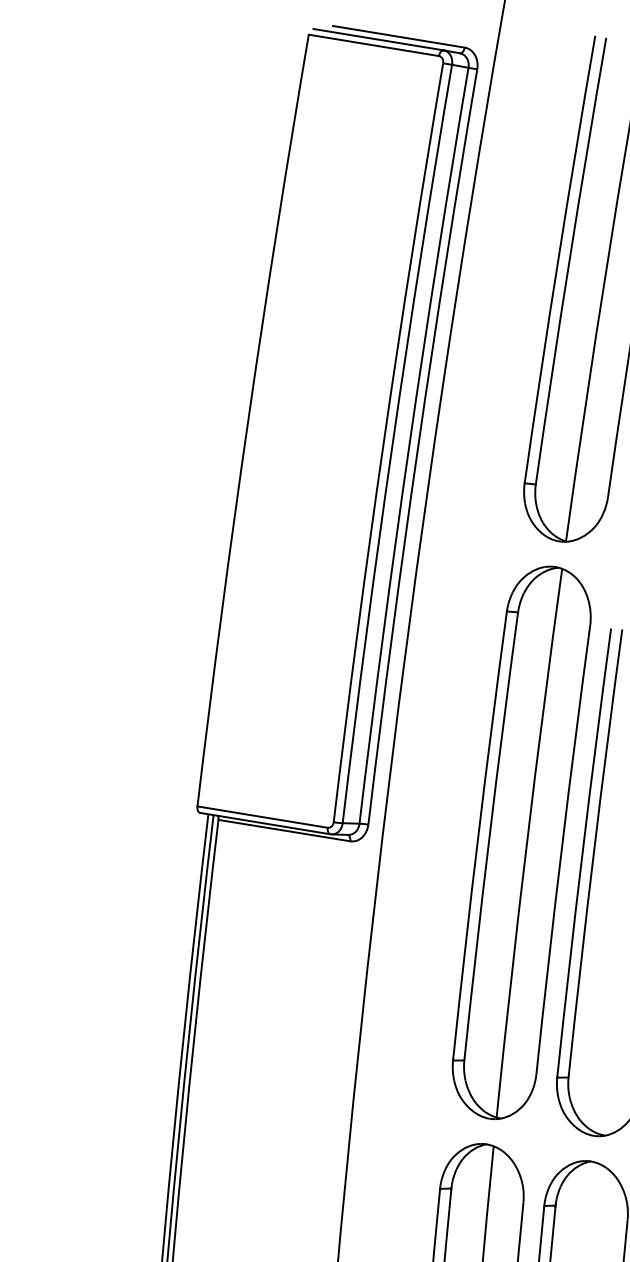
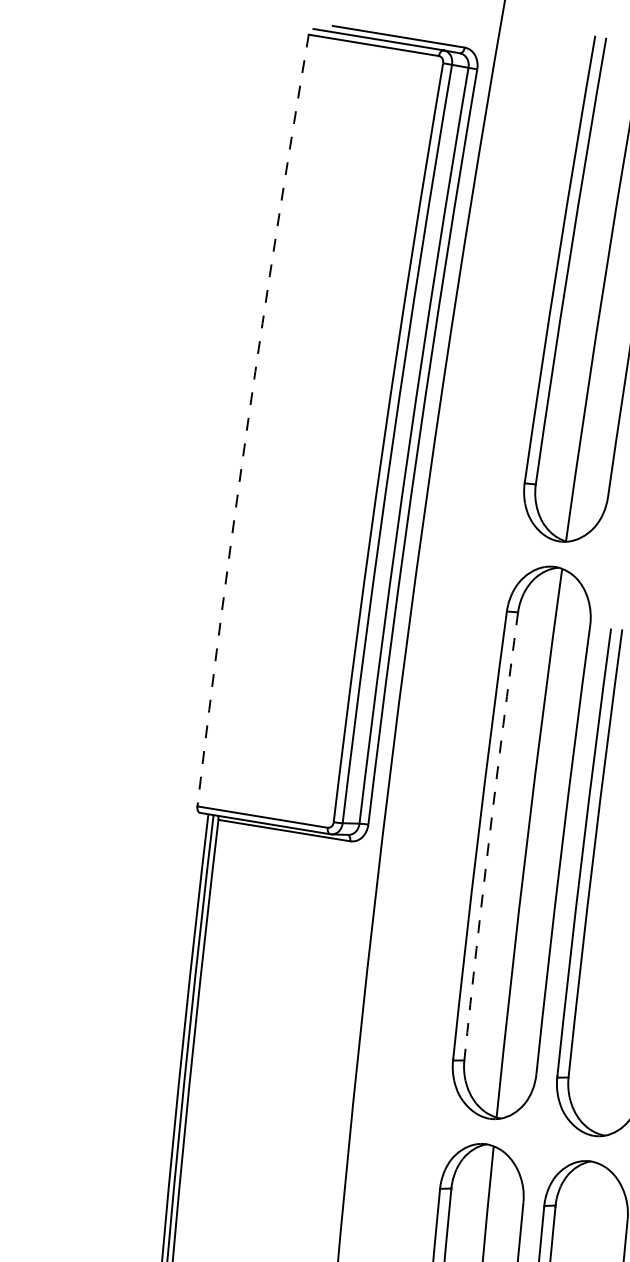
arc at (248, 419): solid -> dashed
arc at (489, 836): solid -> dashed
